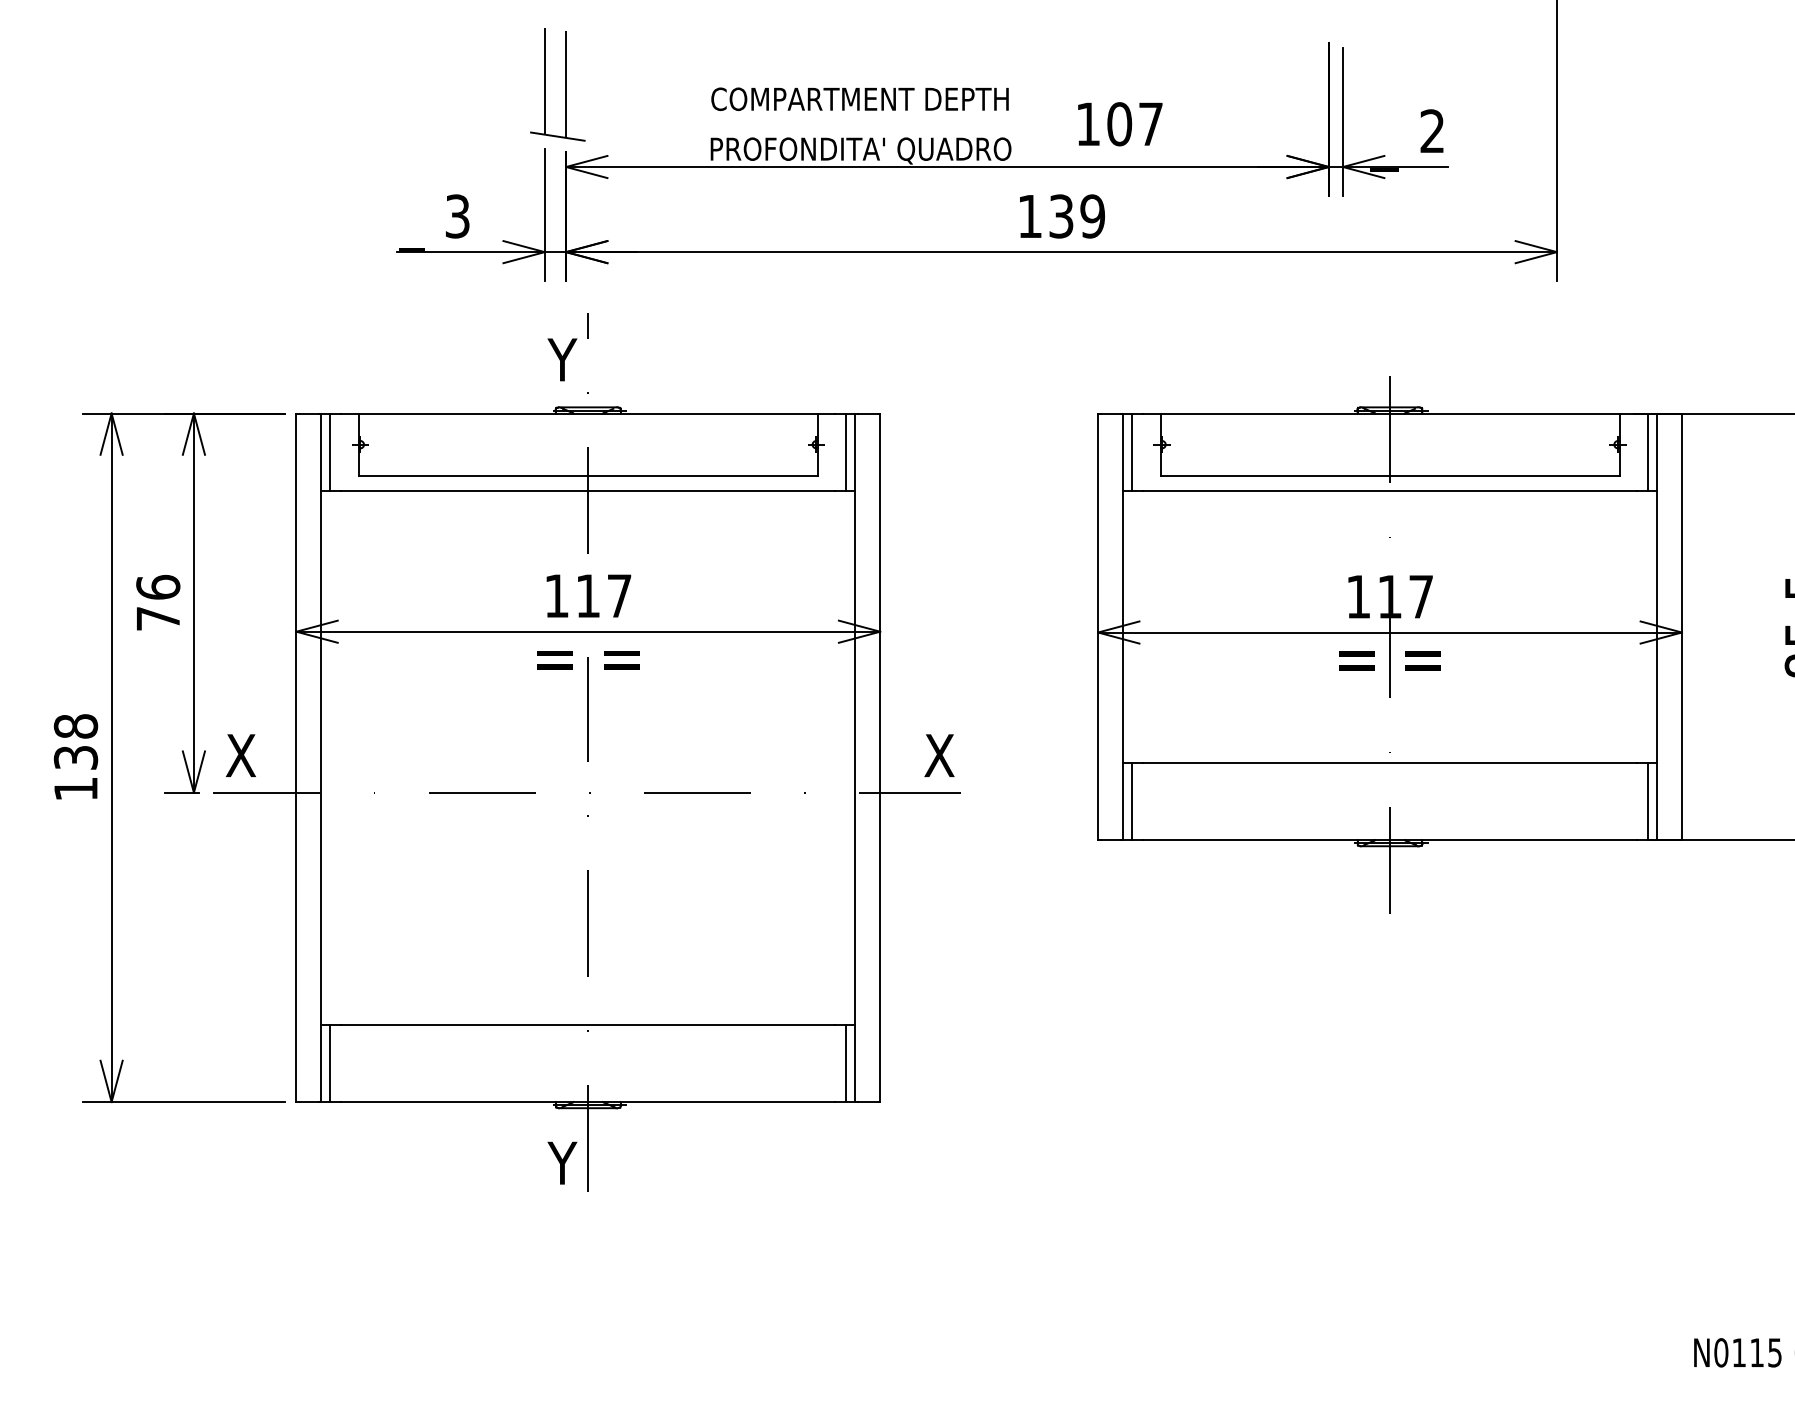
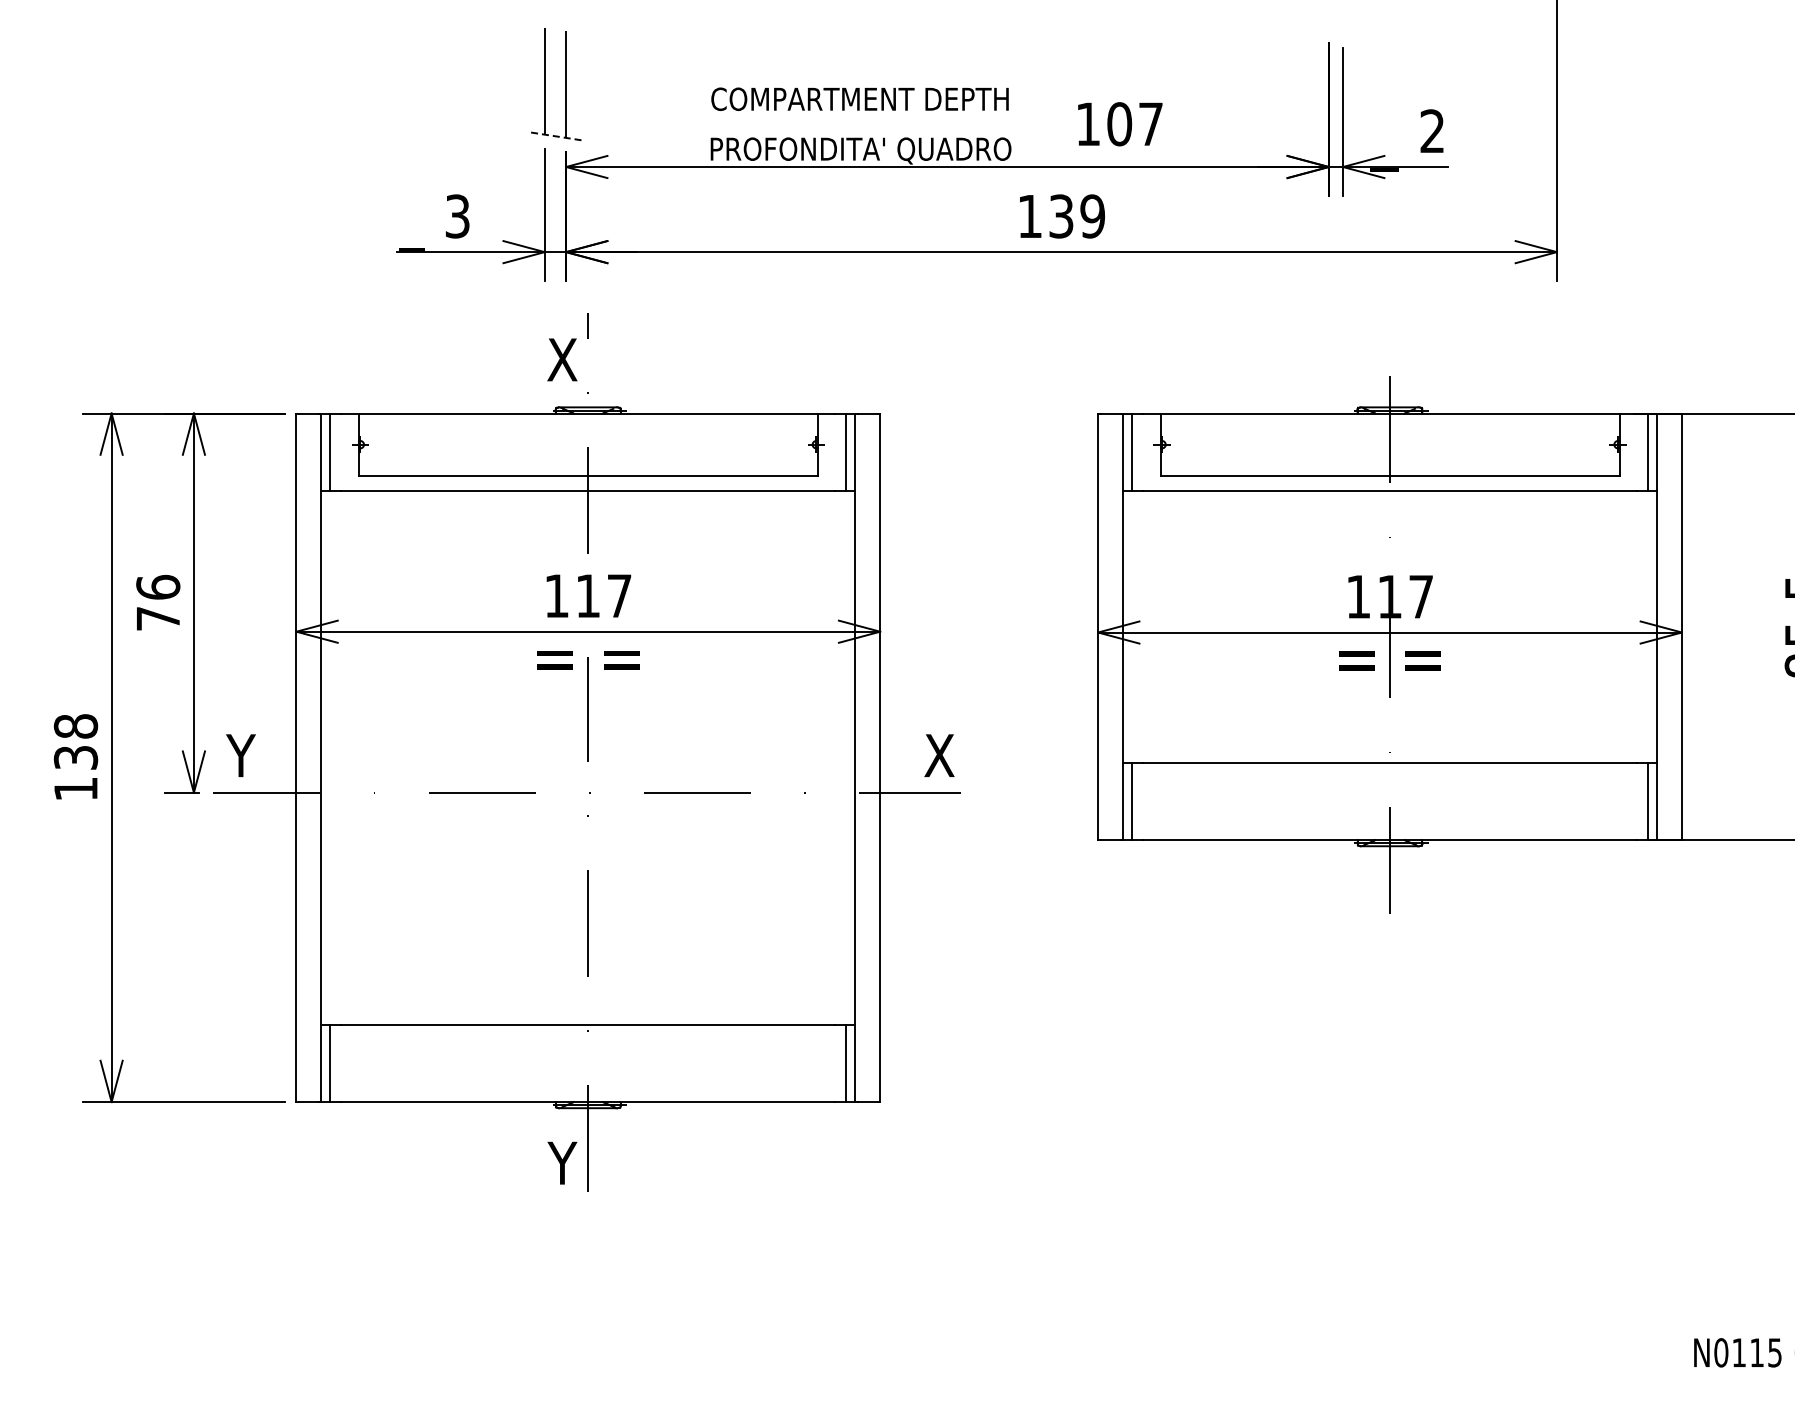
line at (558, 136): solid -> dashed
text at (562, 359): Y -> X
text at (240, 755): X -> Y
